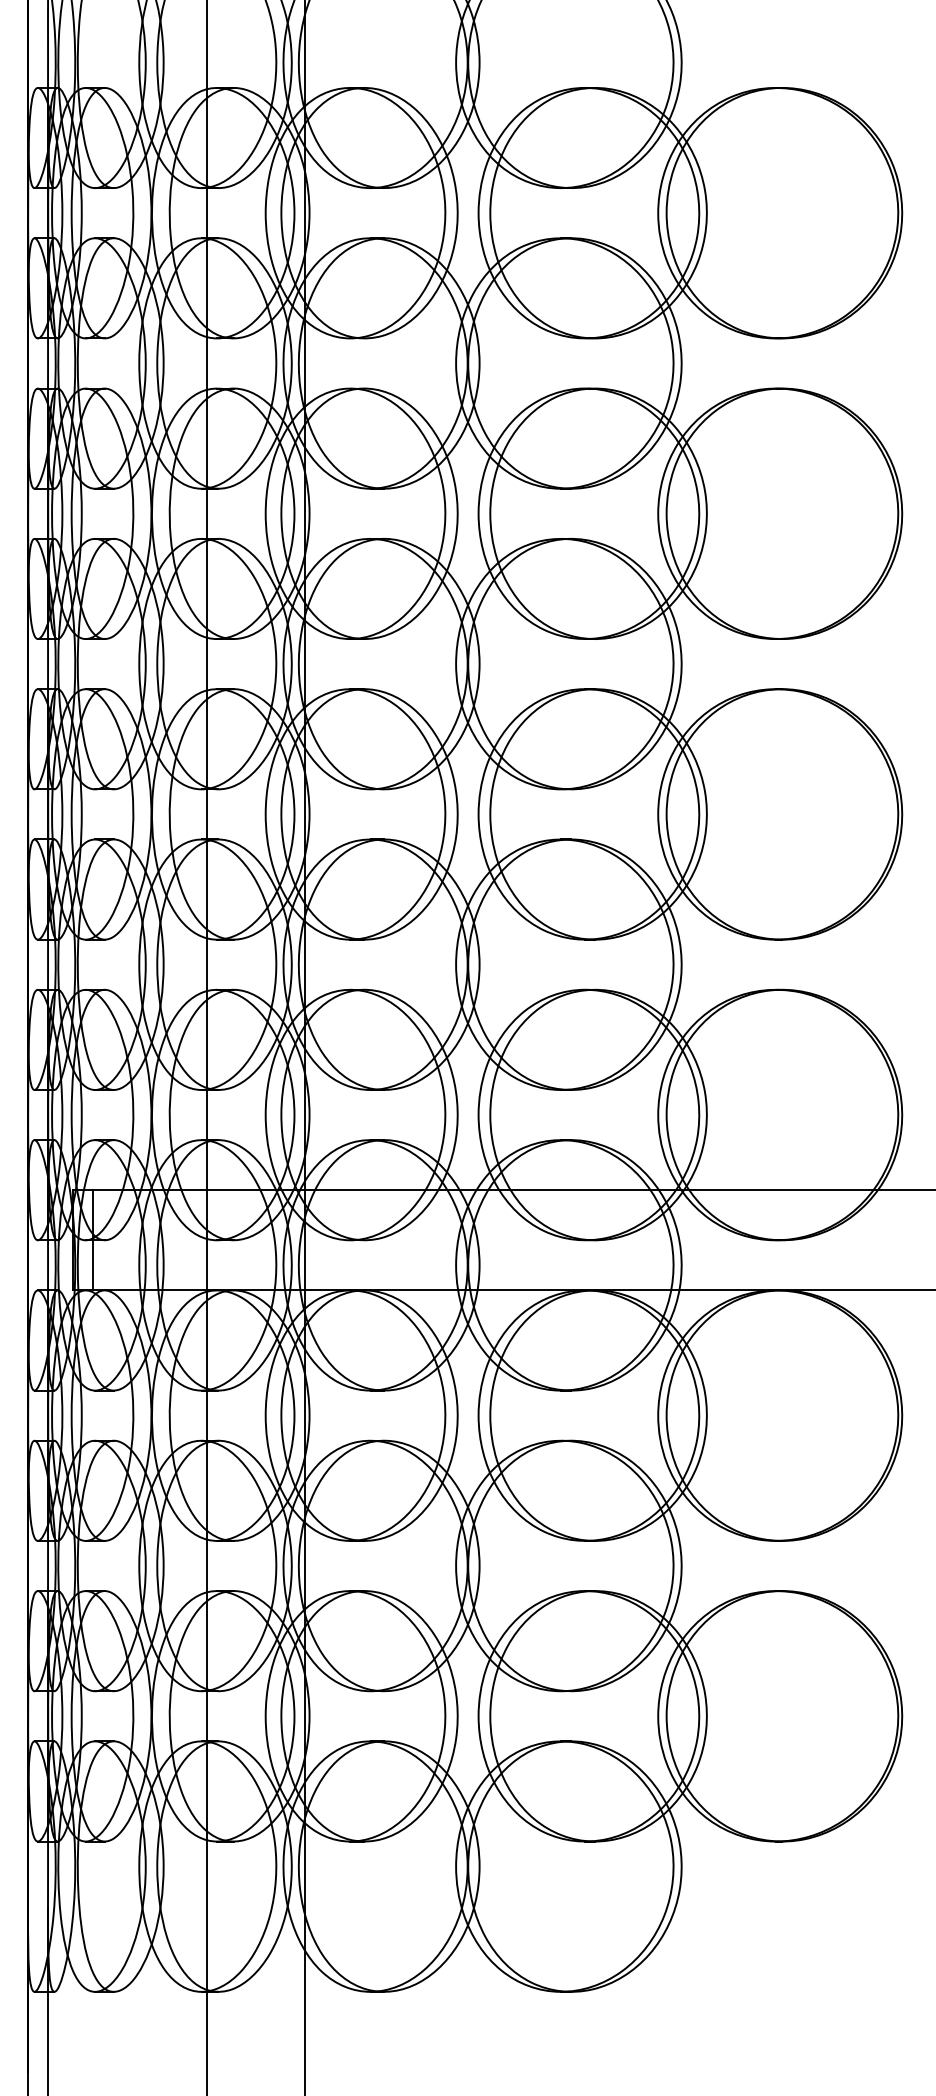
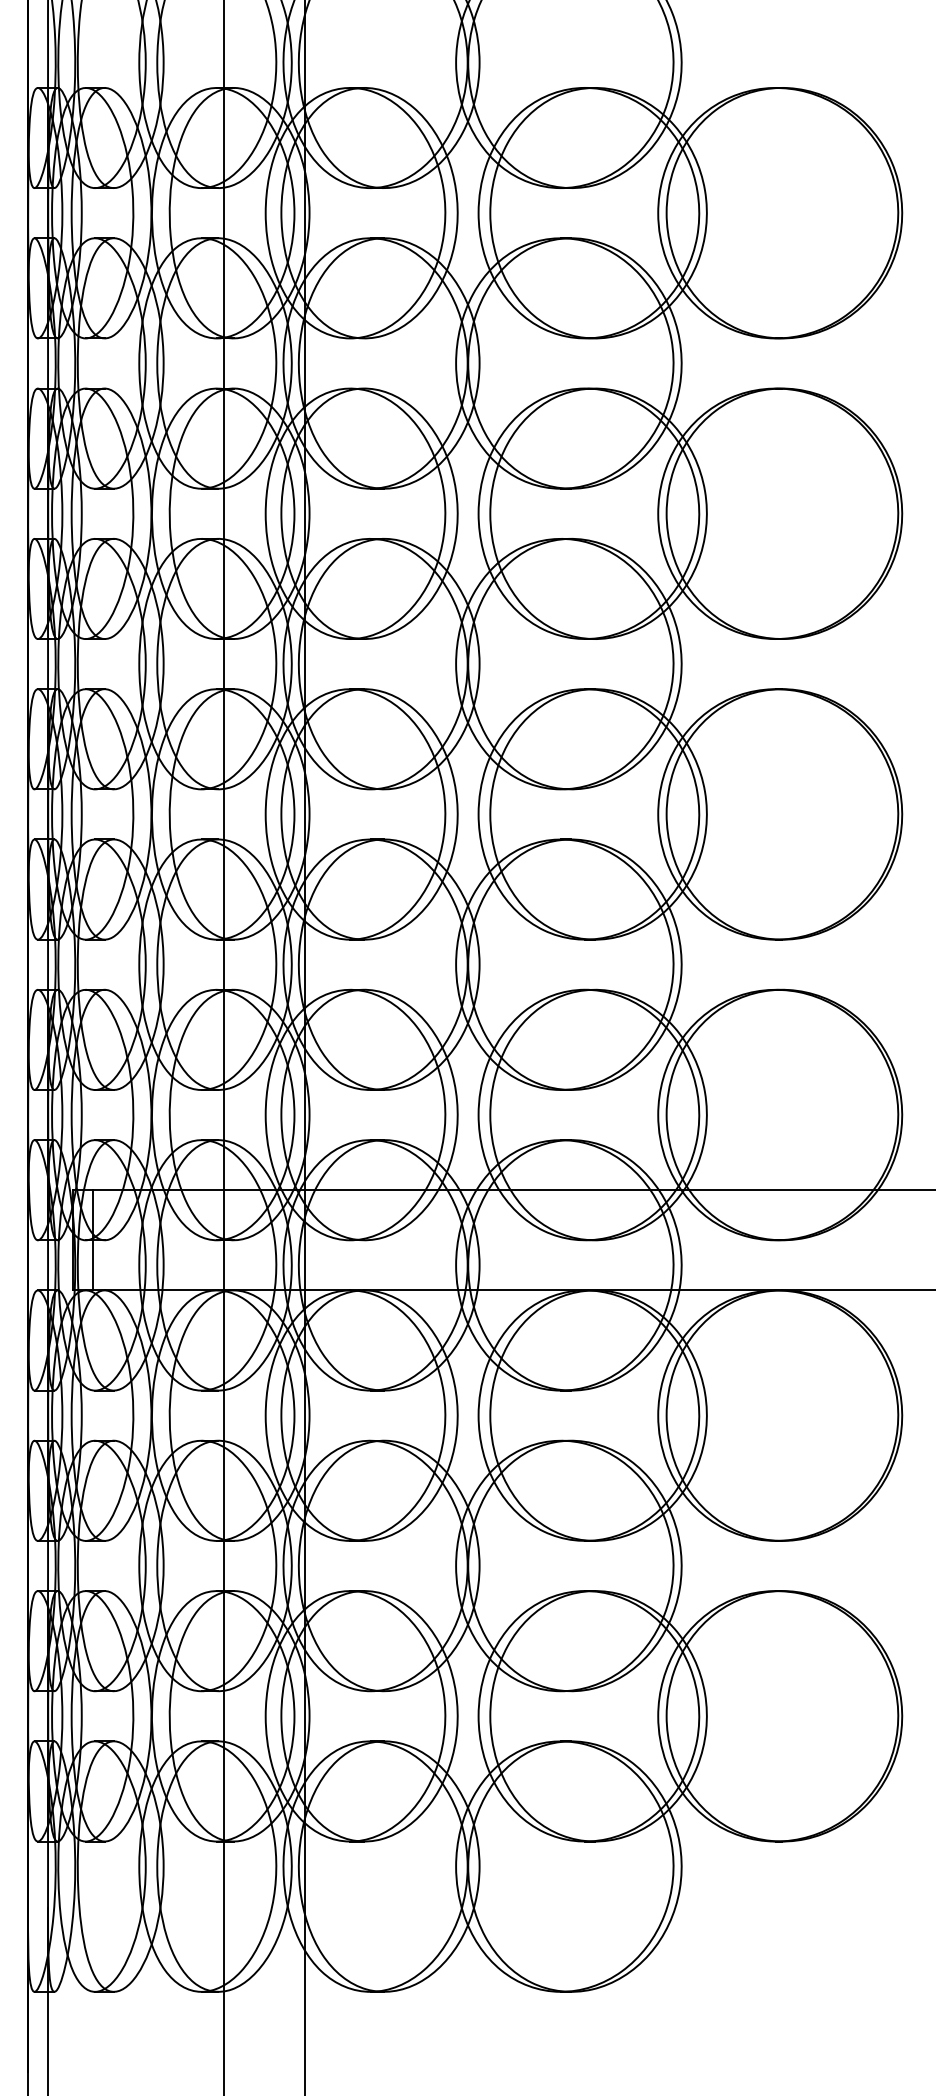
line at (207, 1047) position: (207, 1047) -> (224, 1047)
